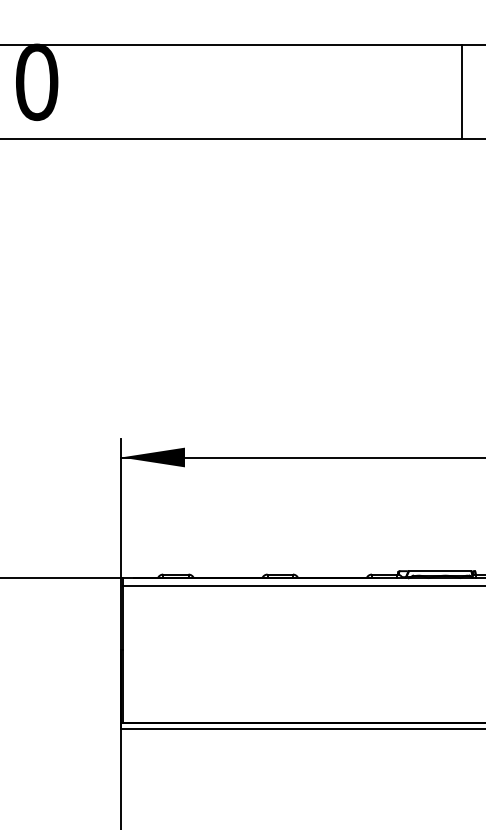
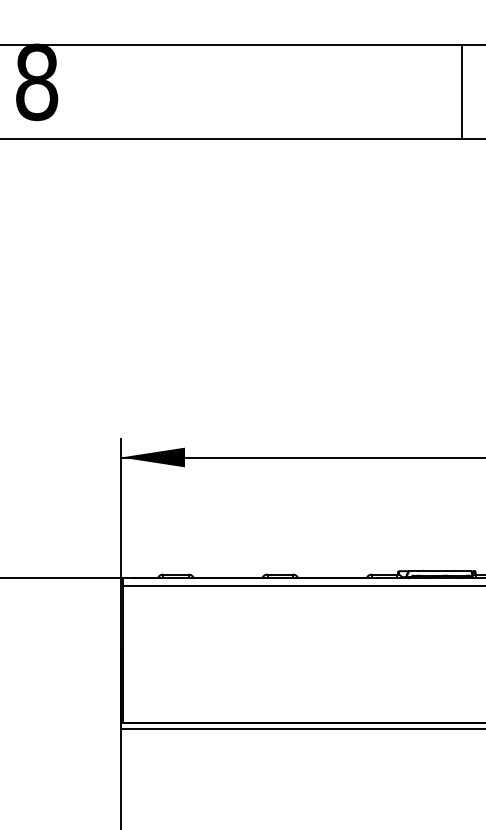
text at (37, 81): 0 -> 8
